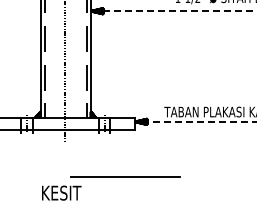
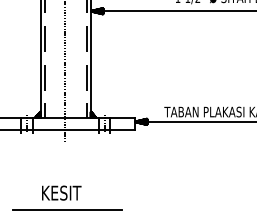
line at (173, 11): dashed -> solid
line at (196, 121): dashed -> solid
line at (125, 176) position: (125, 176) -> (67, 209)
